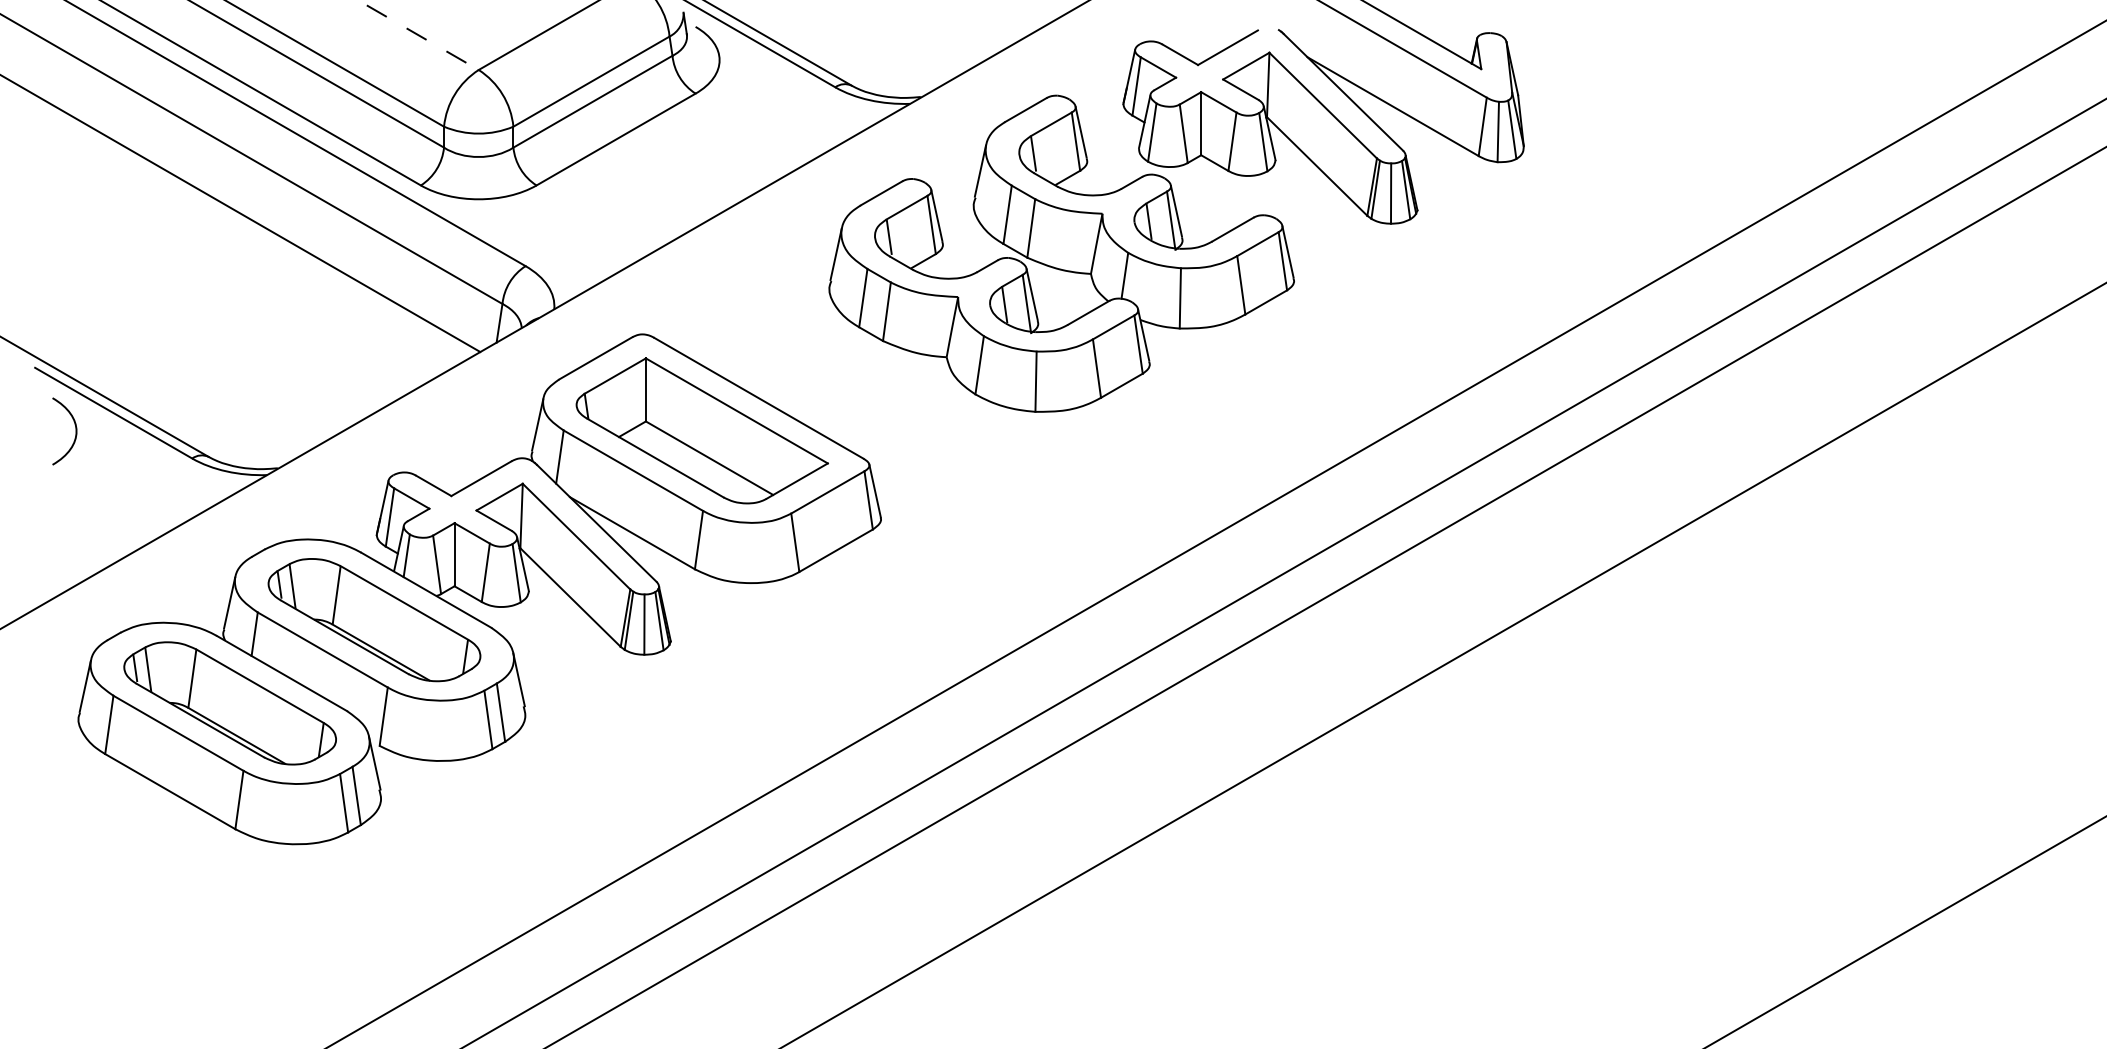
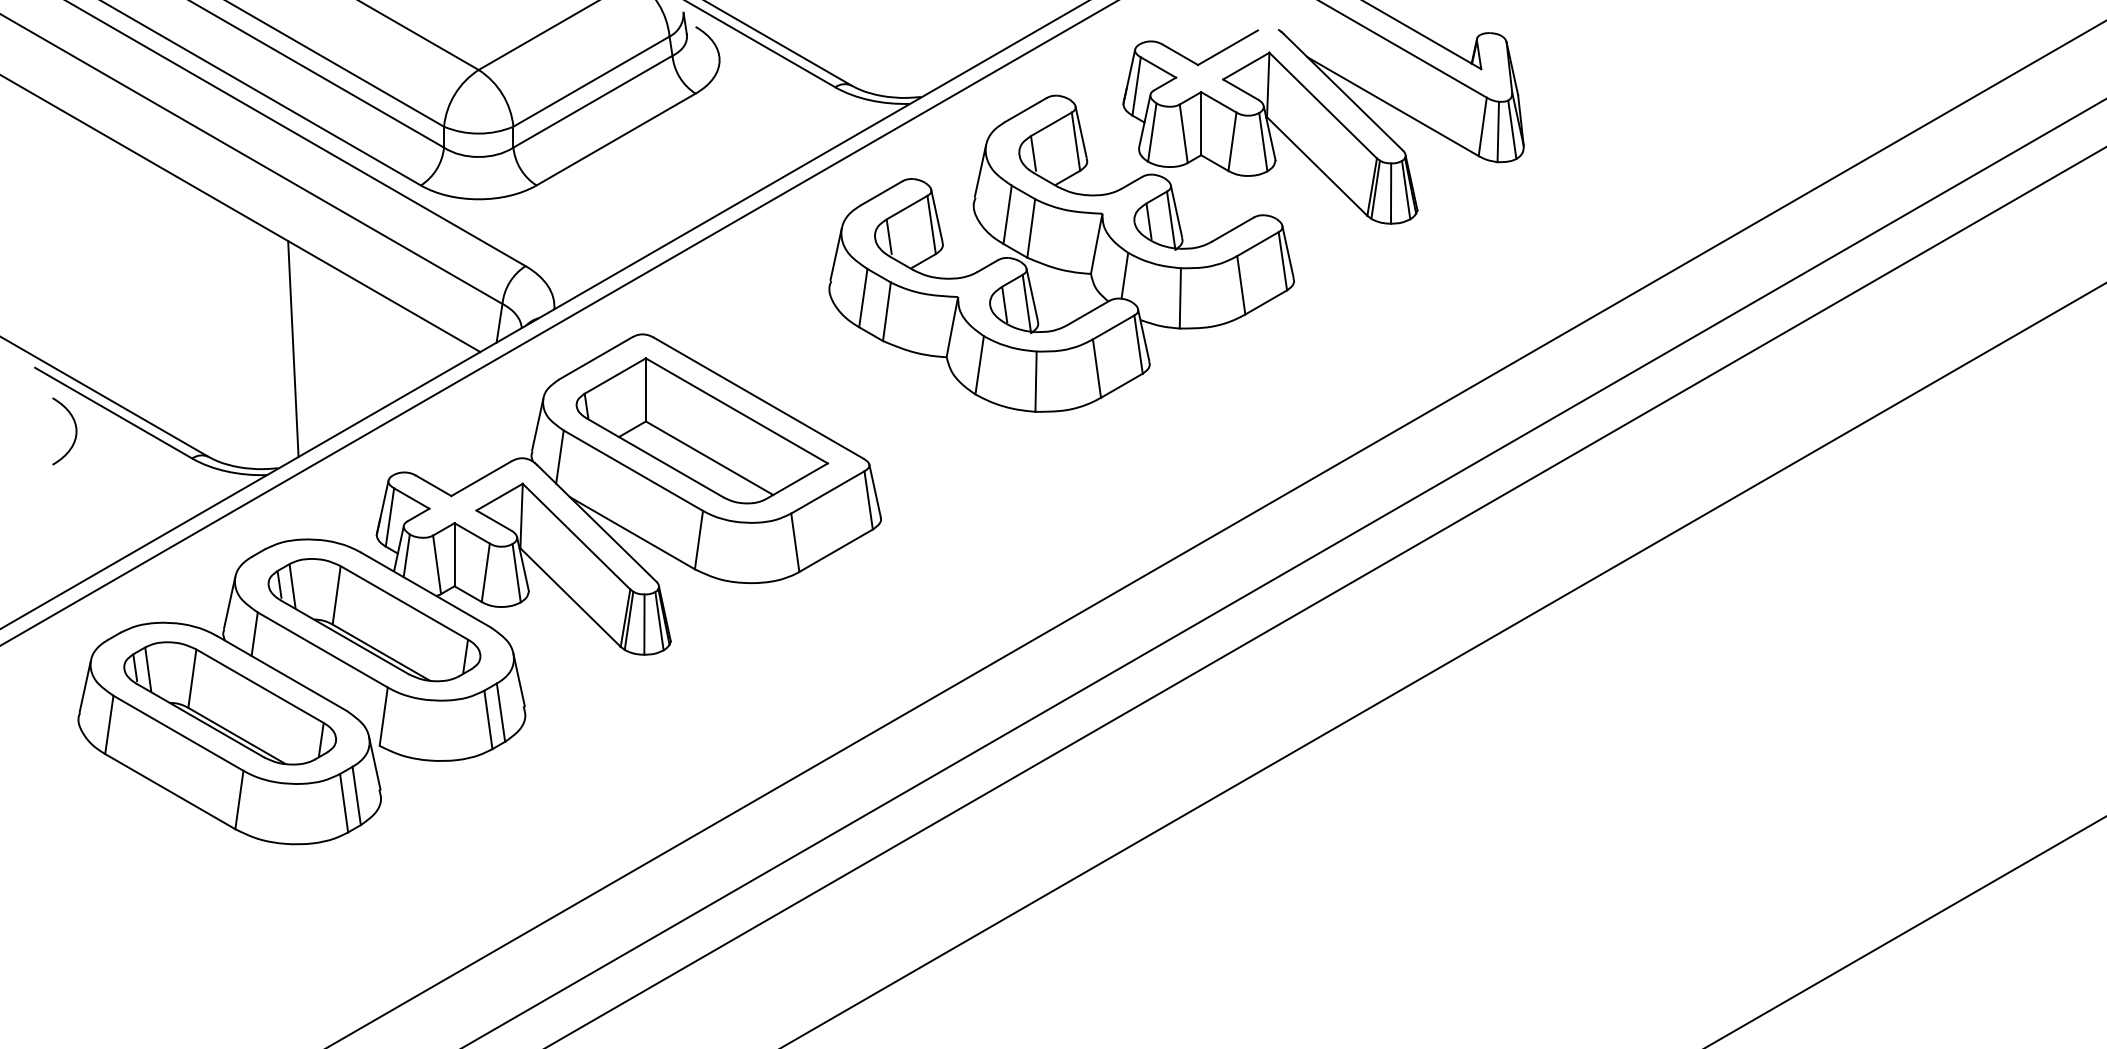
line at (418, 35): dashed -> solid
line at (558, 323): none -> present
line at (293, 348): none -> present
